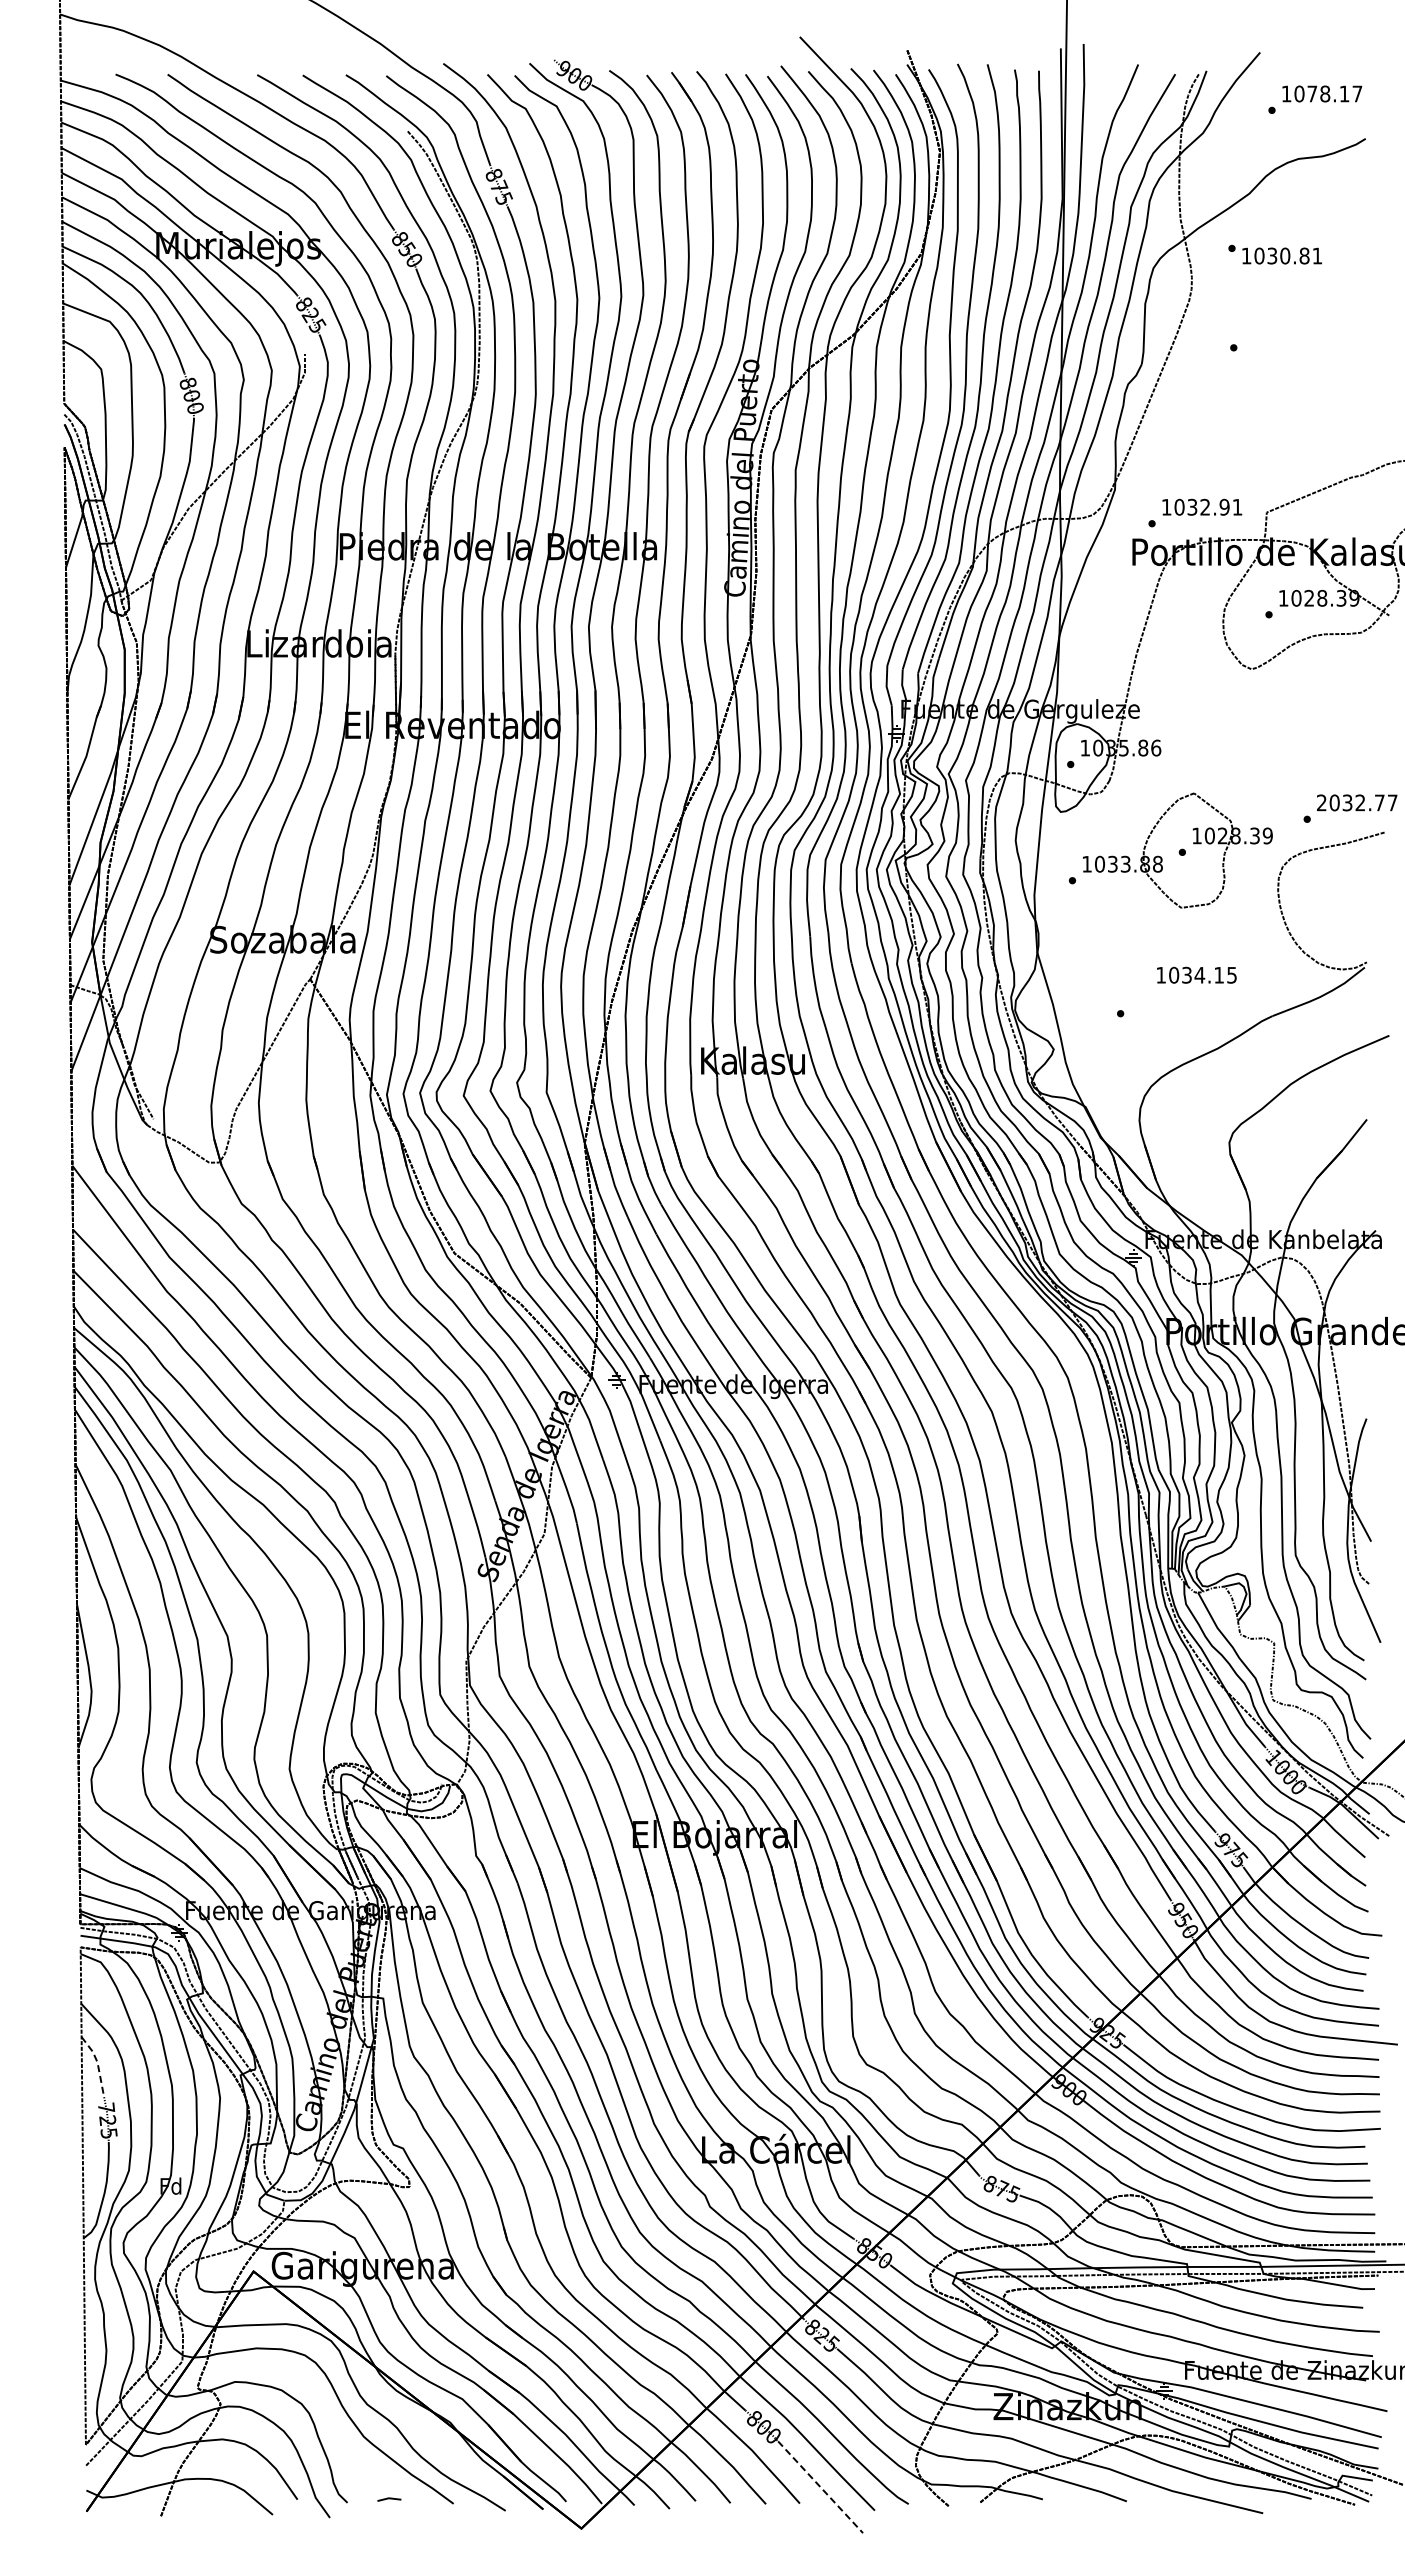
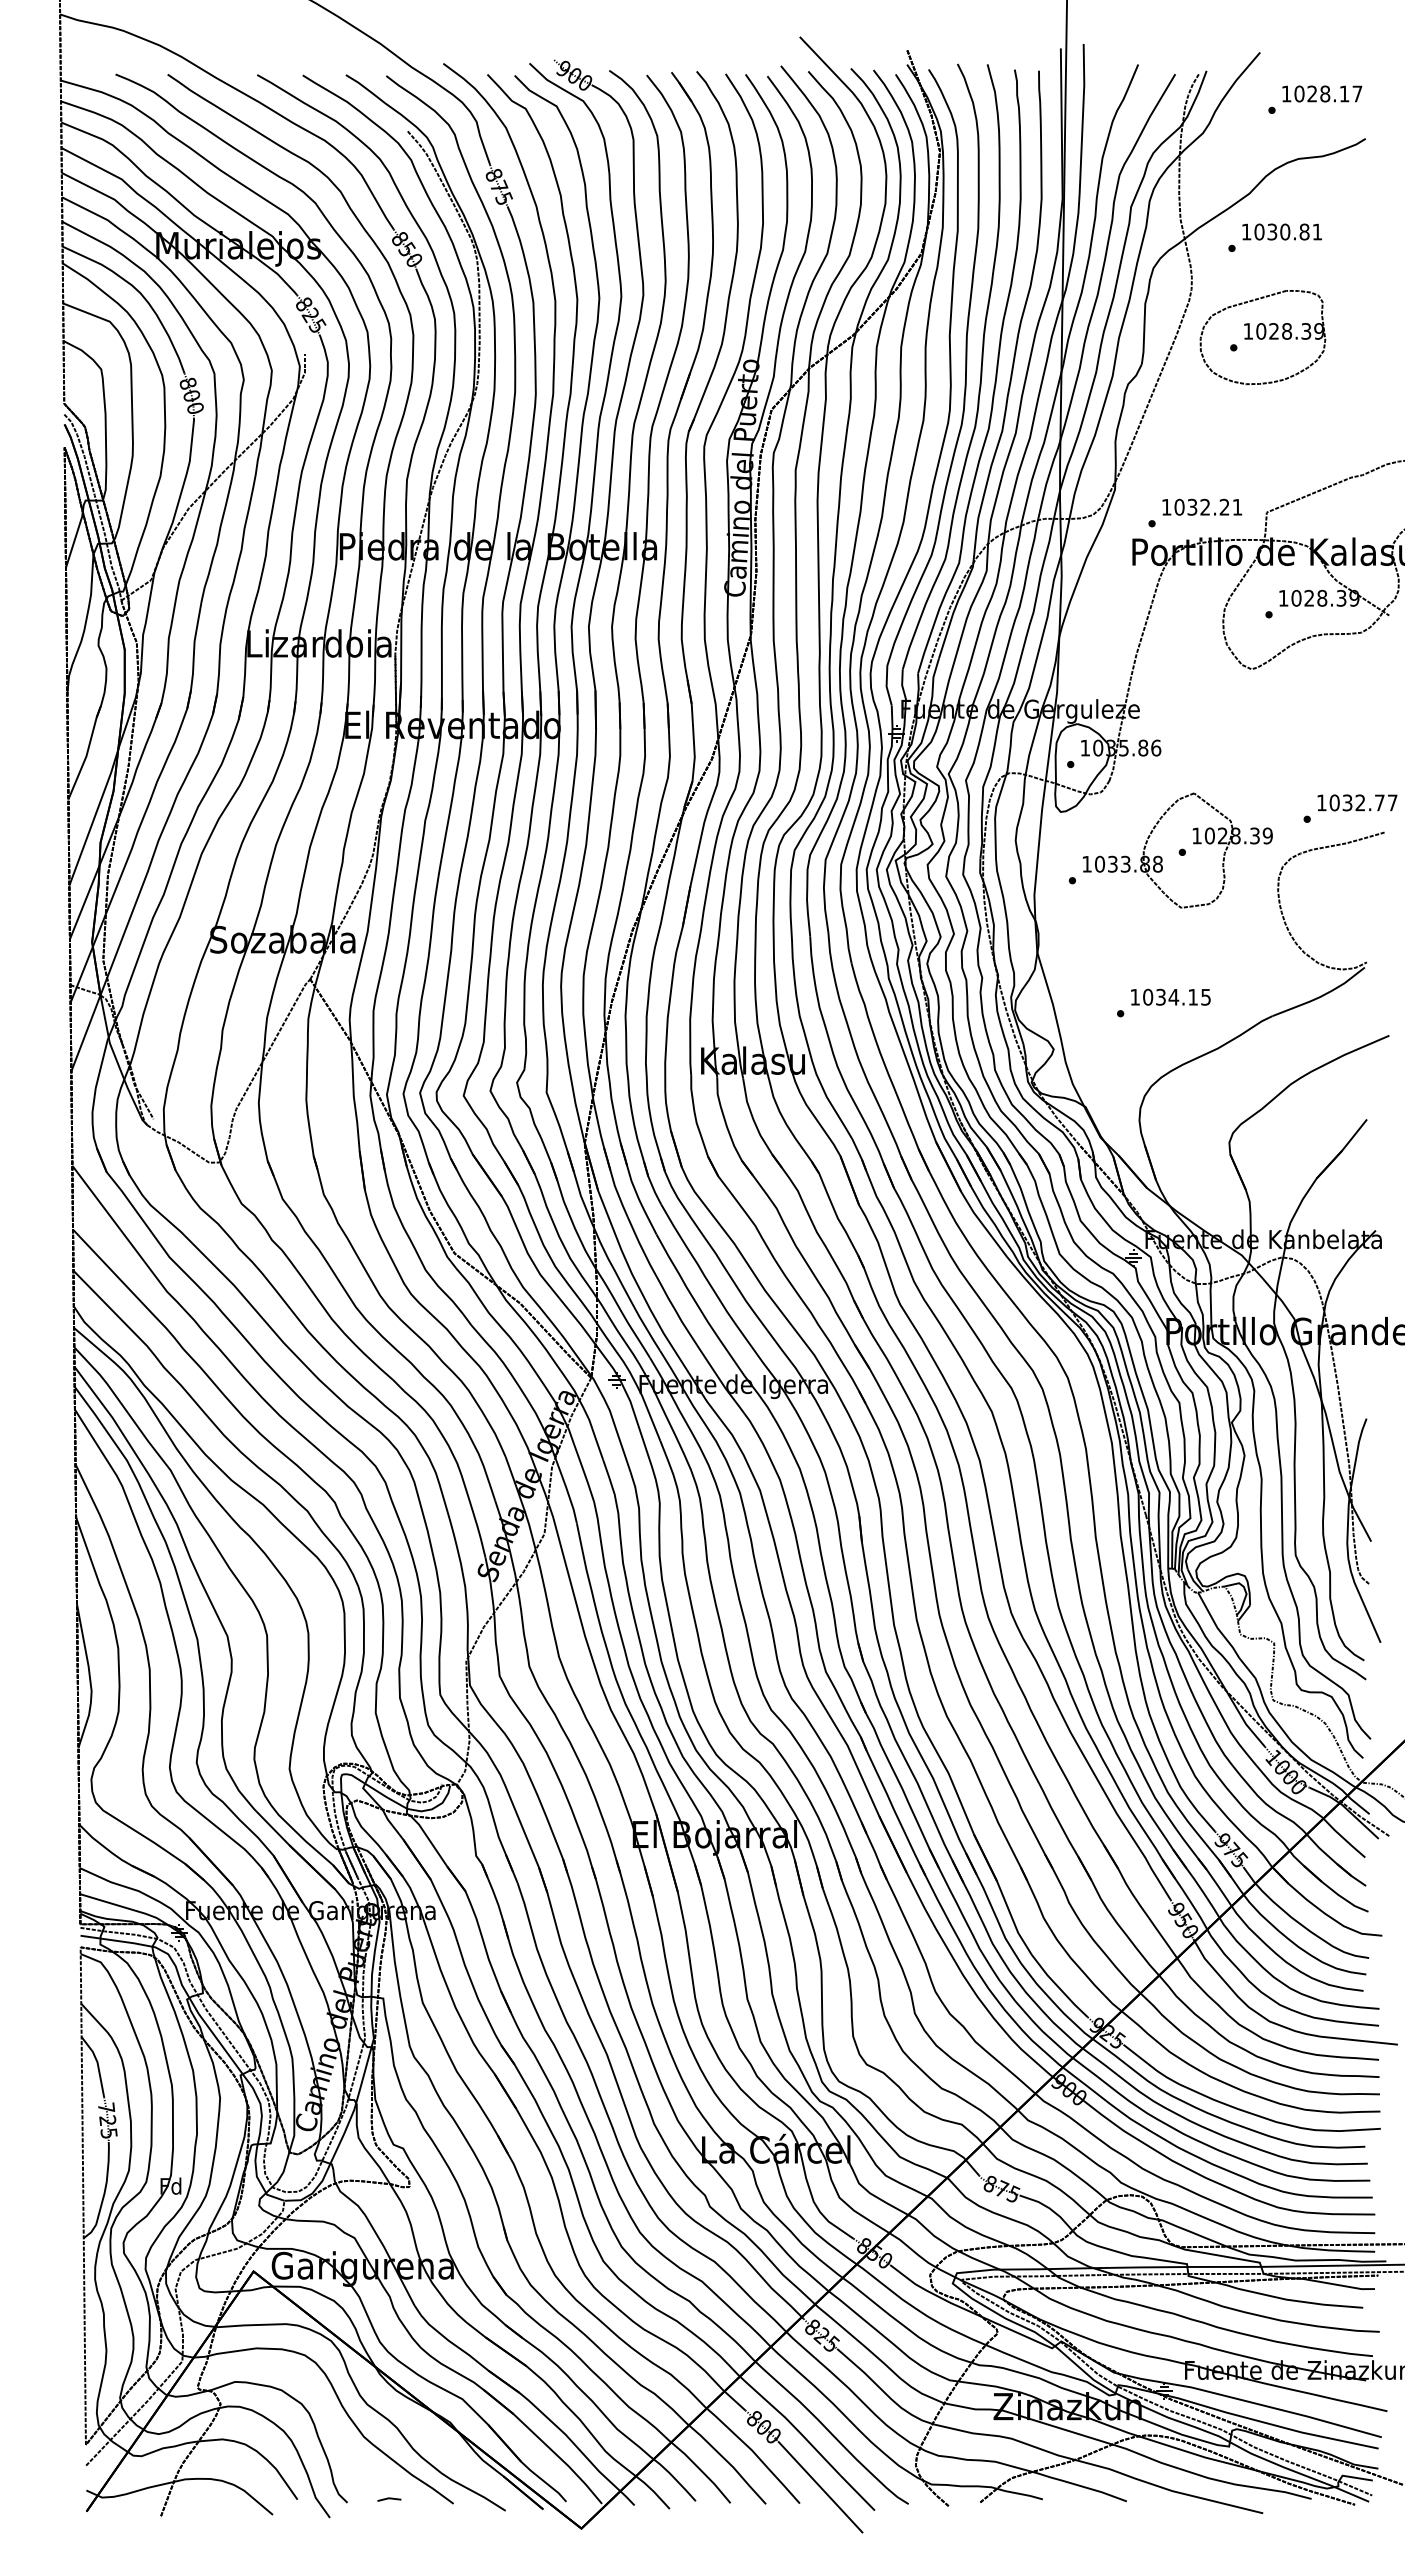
text at (1312, 93): 1078.17 -> 1028.17
text at (1281, 255) position: (1281, 255) -> (1281, 231)
part at (1262, 337): none -> present
text at (1224, 507): 1032.91 -> 1032.21
text at (1321, 802): 2032.77 -> 1032.77
text at (1196, 974) position: (1196, 974) -> (1170, 996)
line at (97, 2064): dashed -> solid
line at (820, 2487): dashed -> solid
